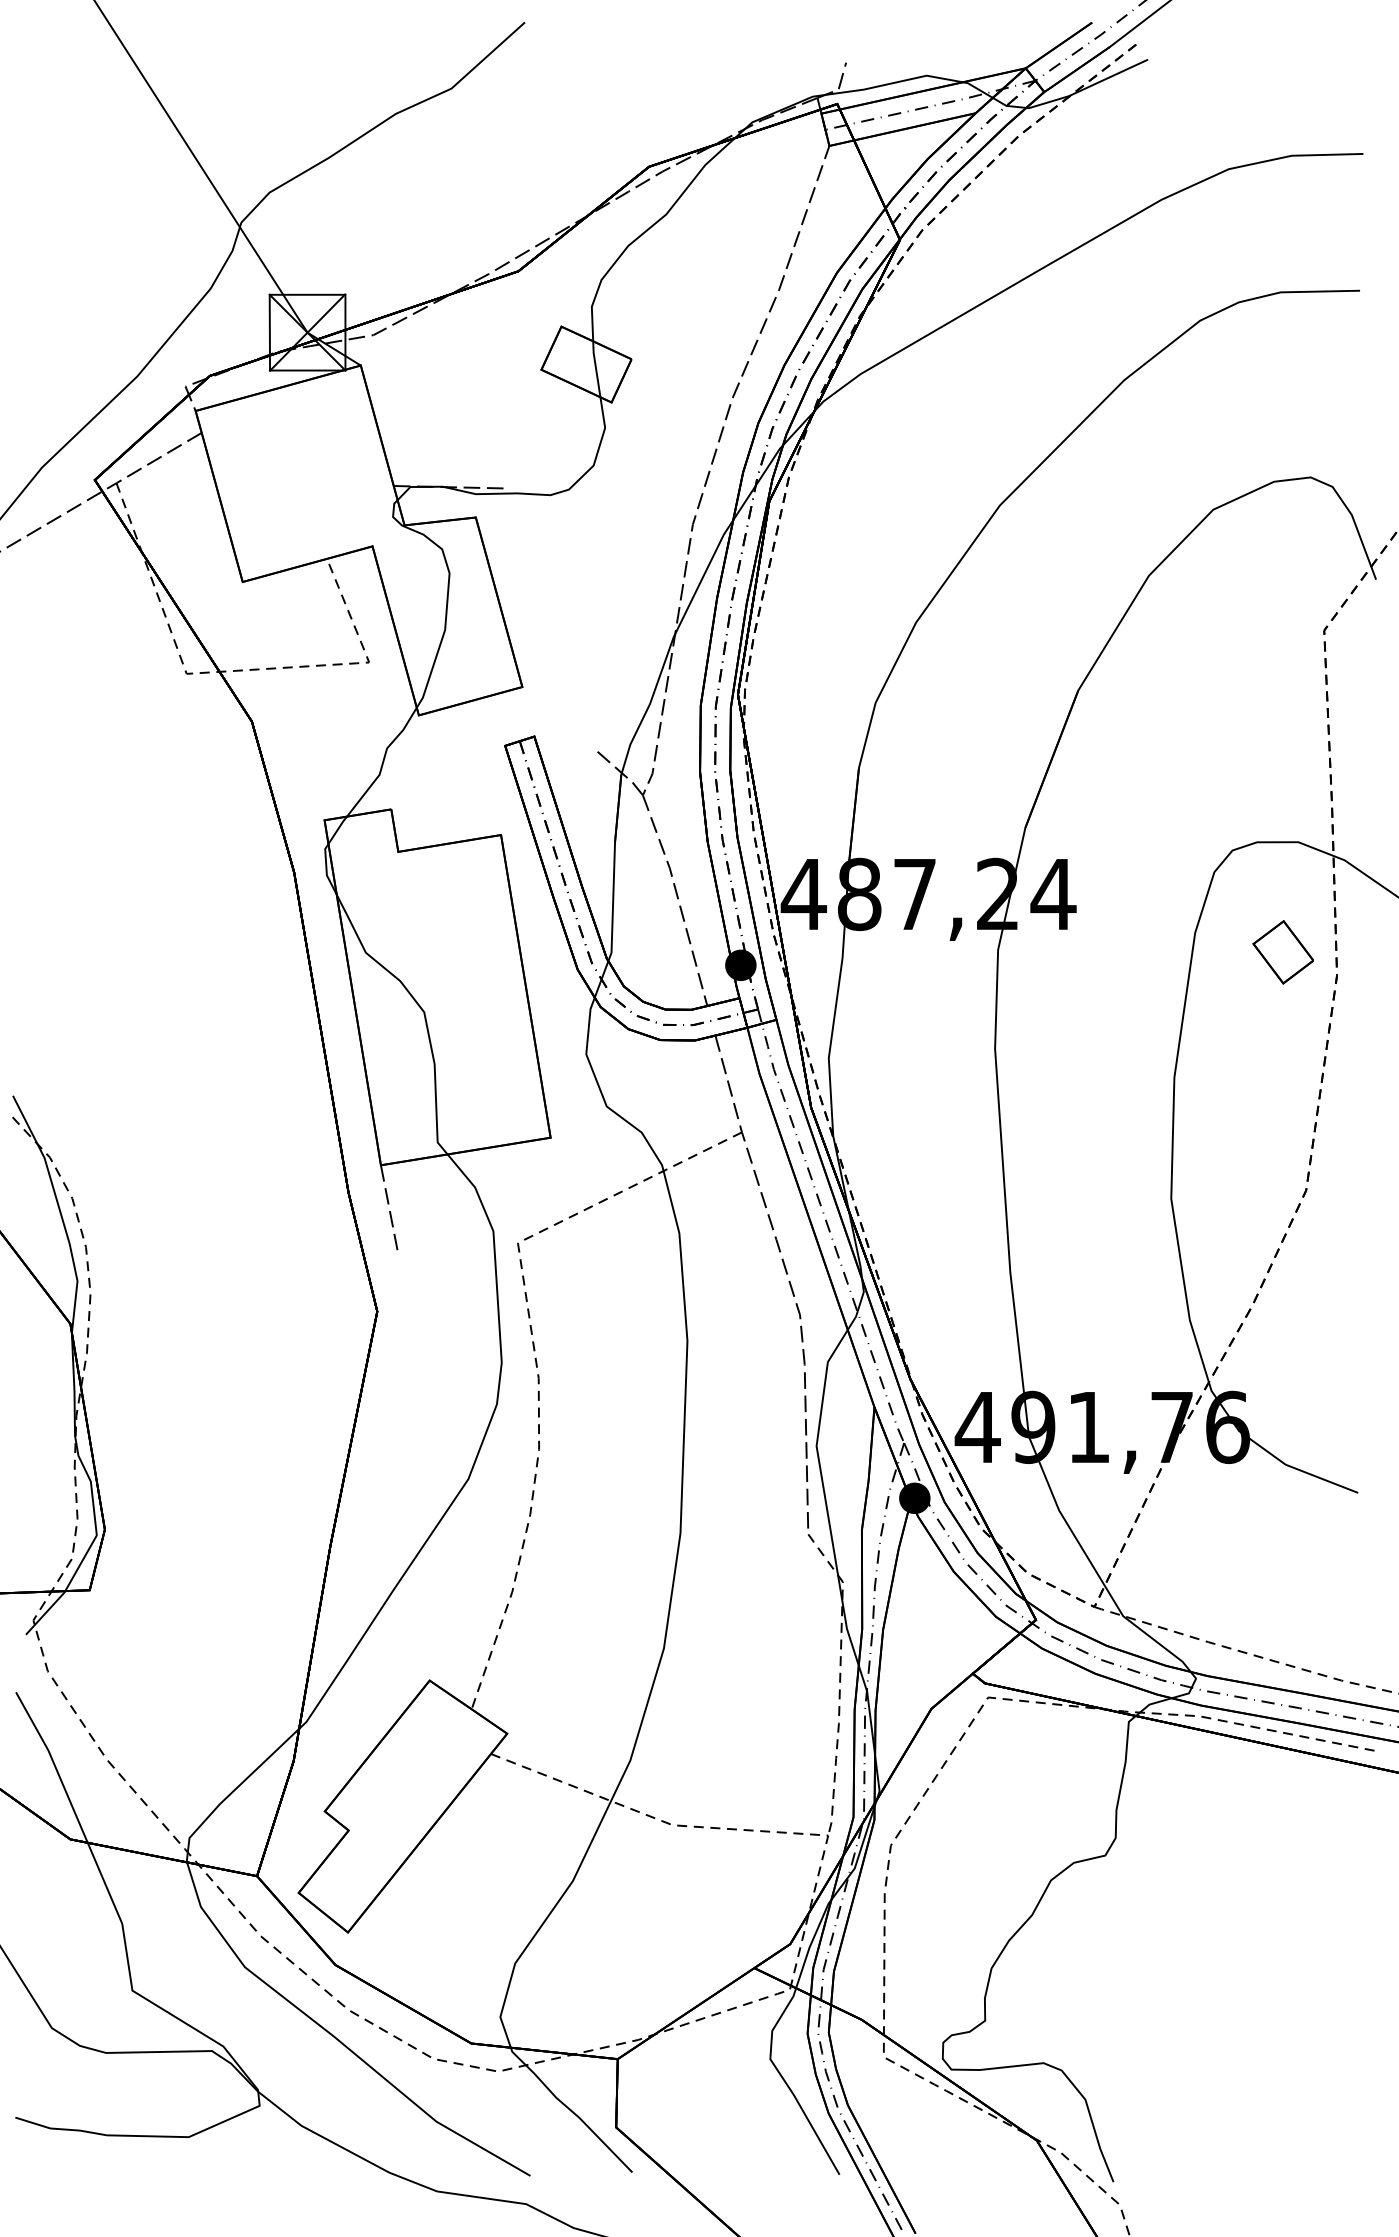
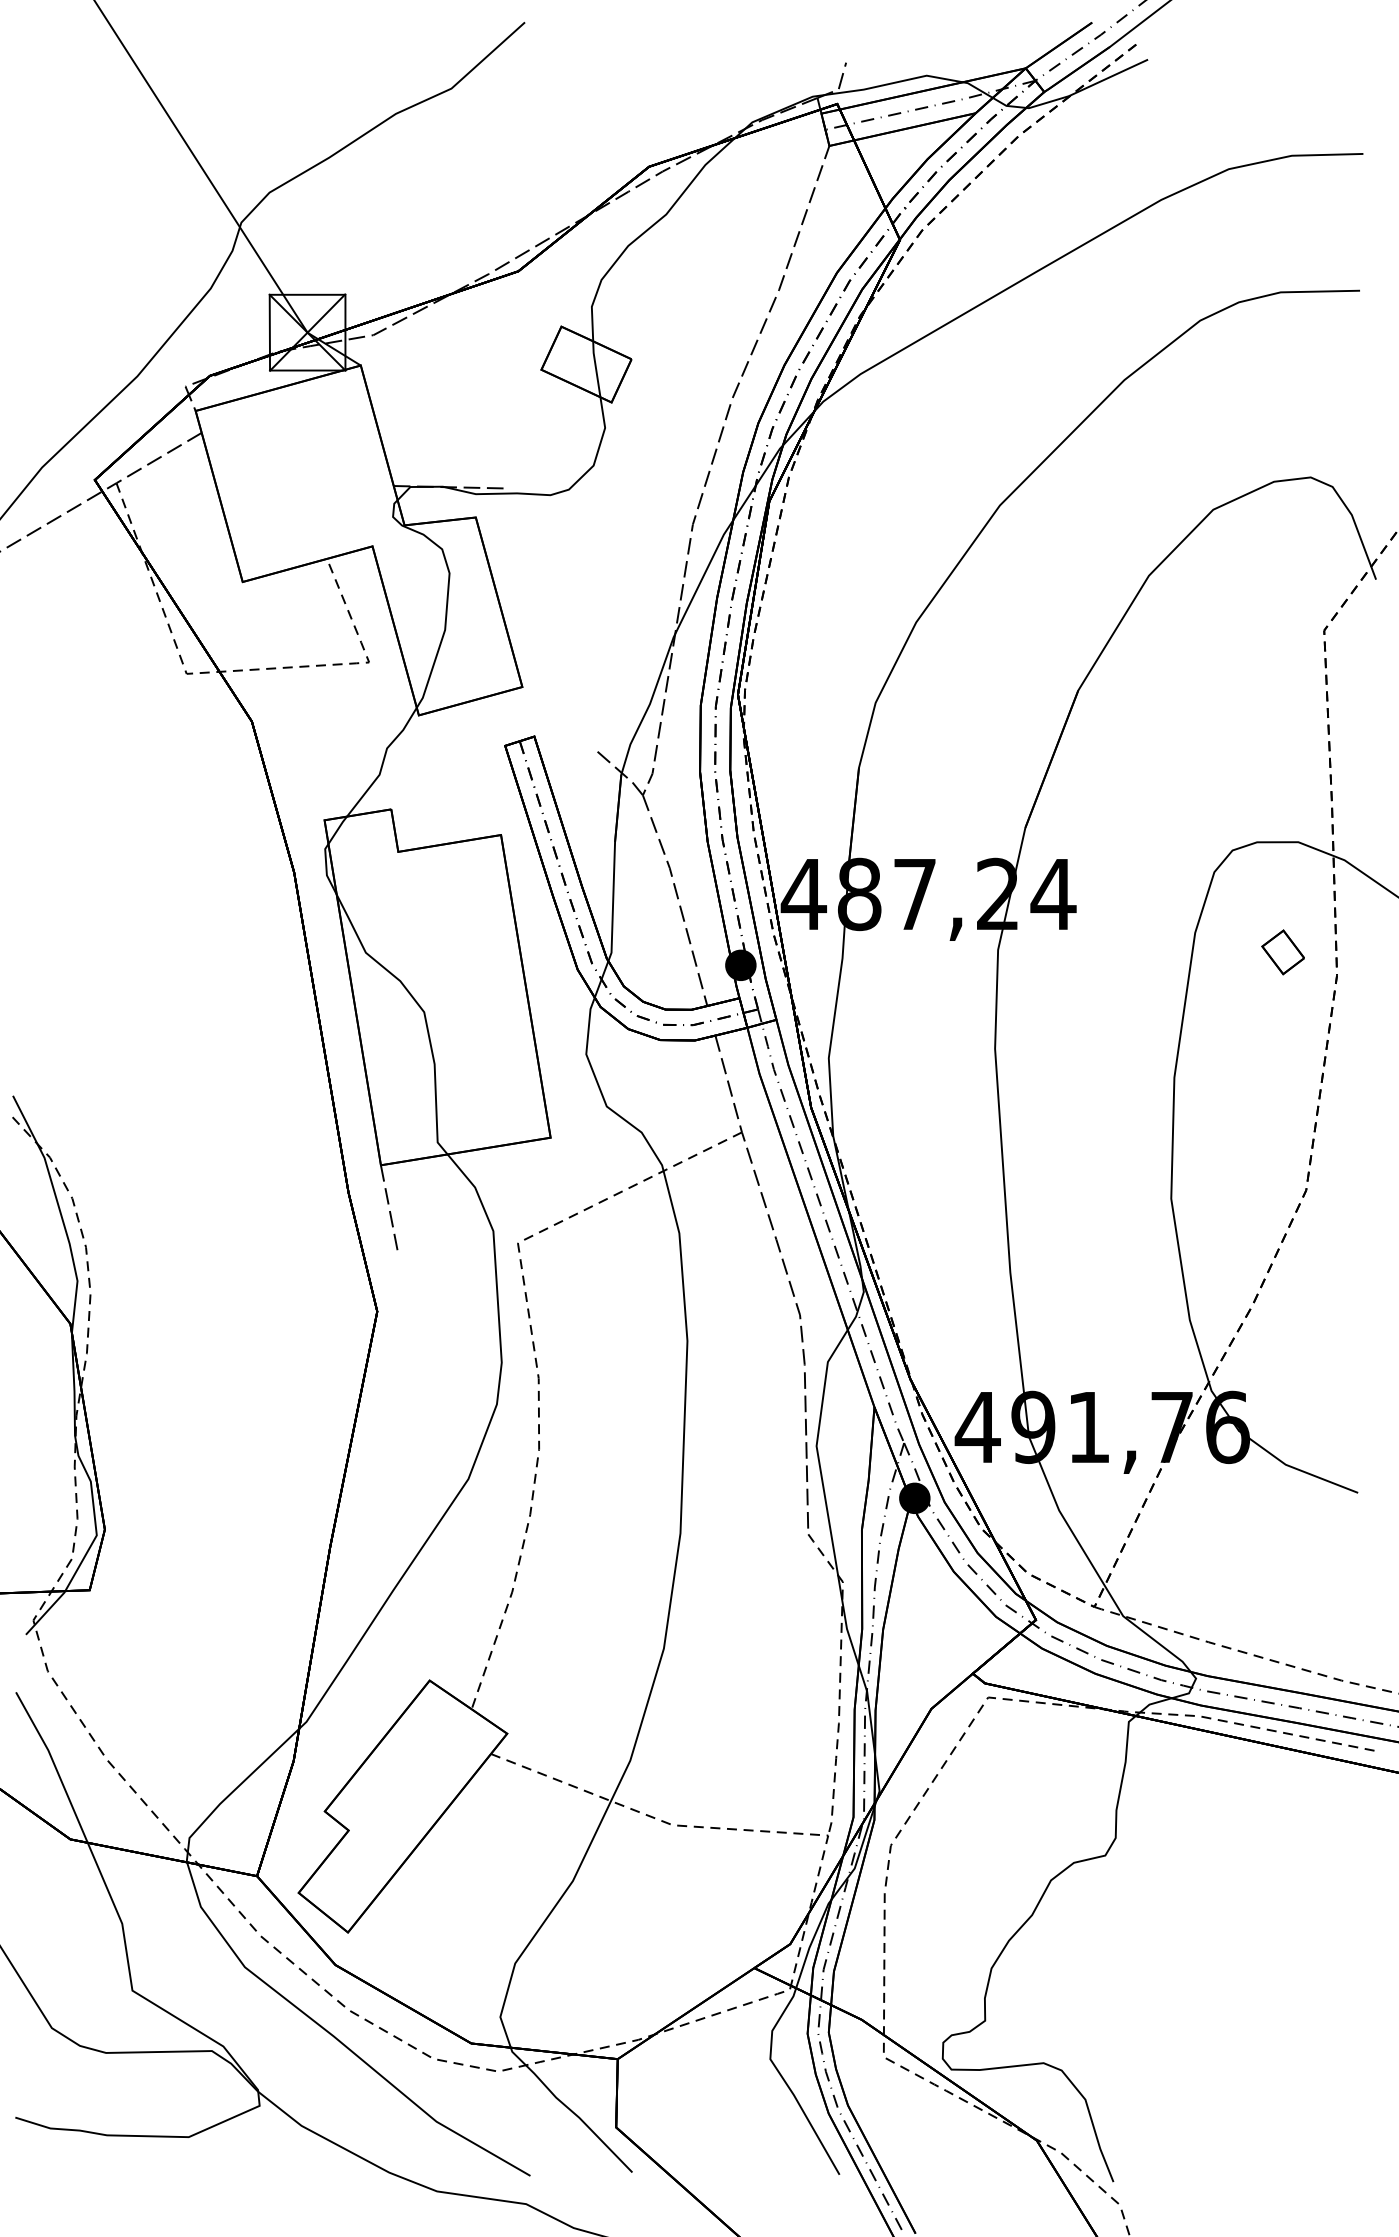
part at (1282, 952) size: 62x65 px -> 44x47 px
